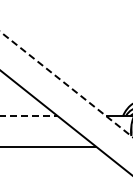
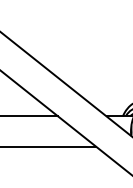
line at (65, 84): dashed -> solid
line at (29, 116): dashed -> solid
